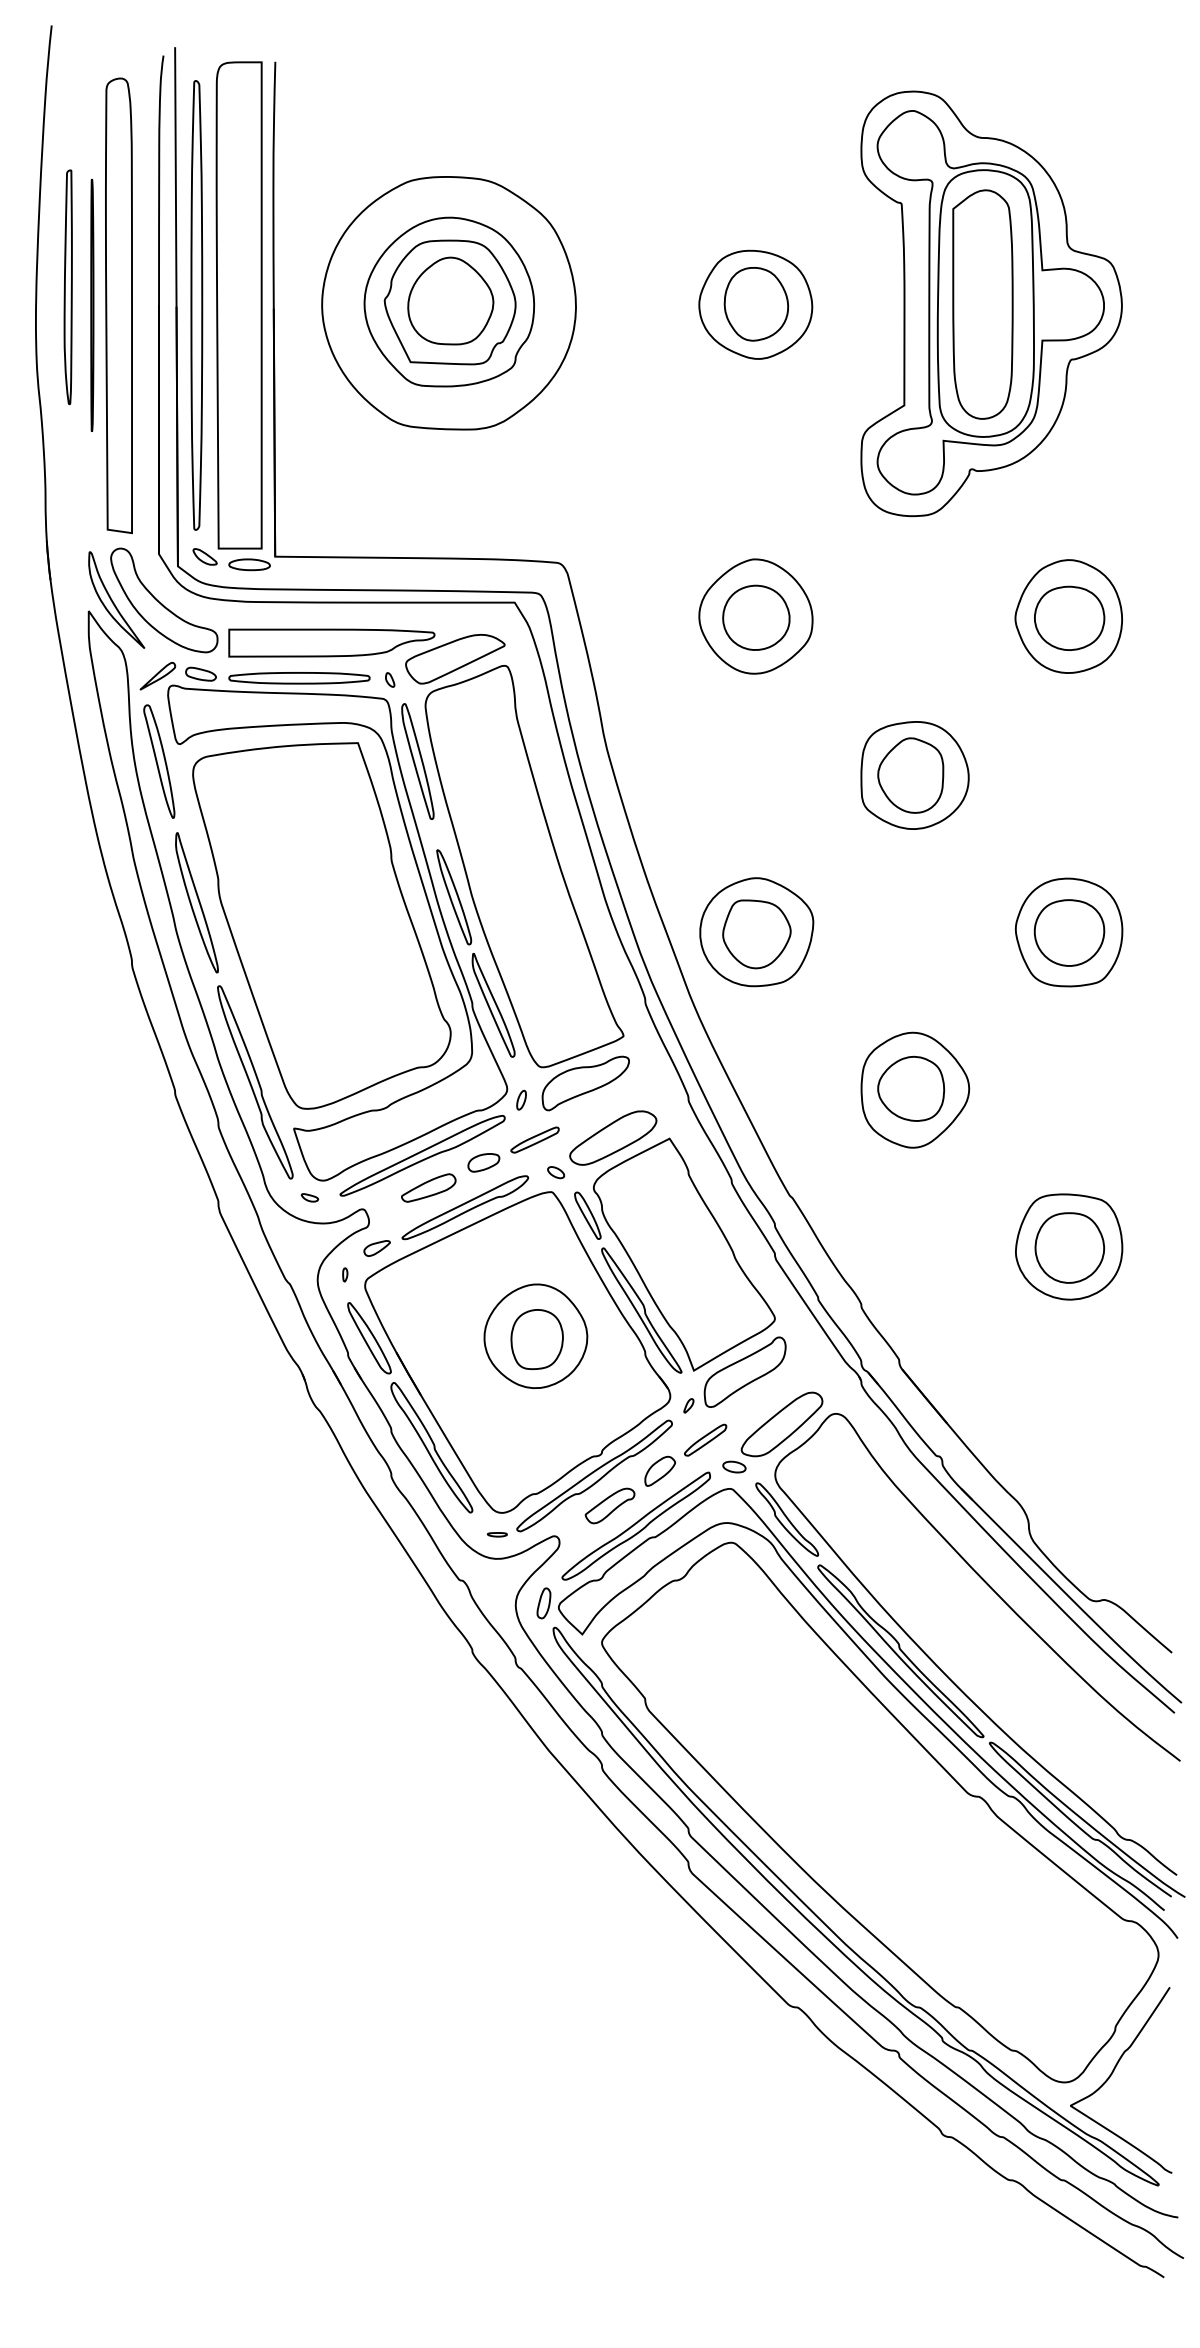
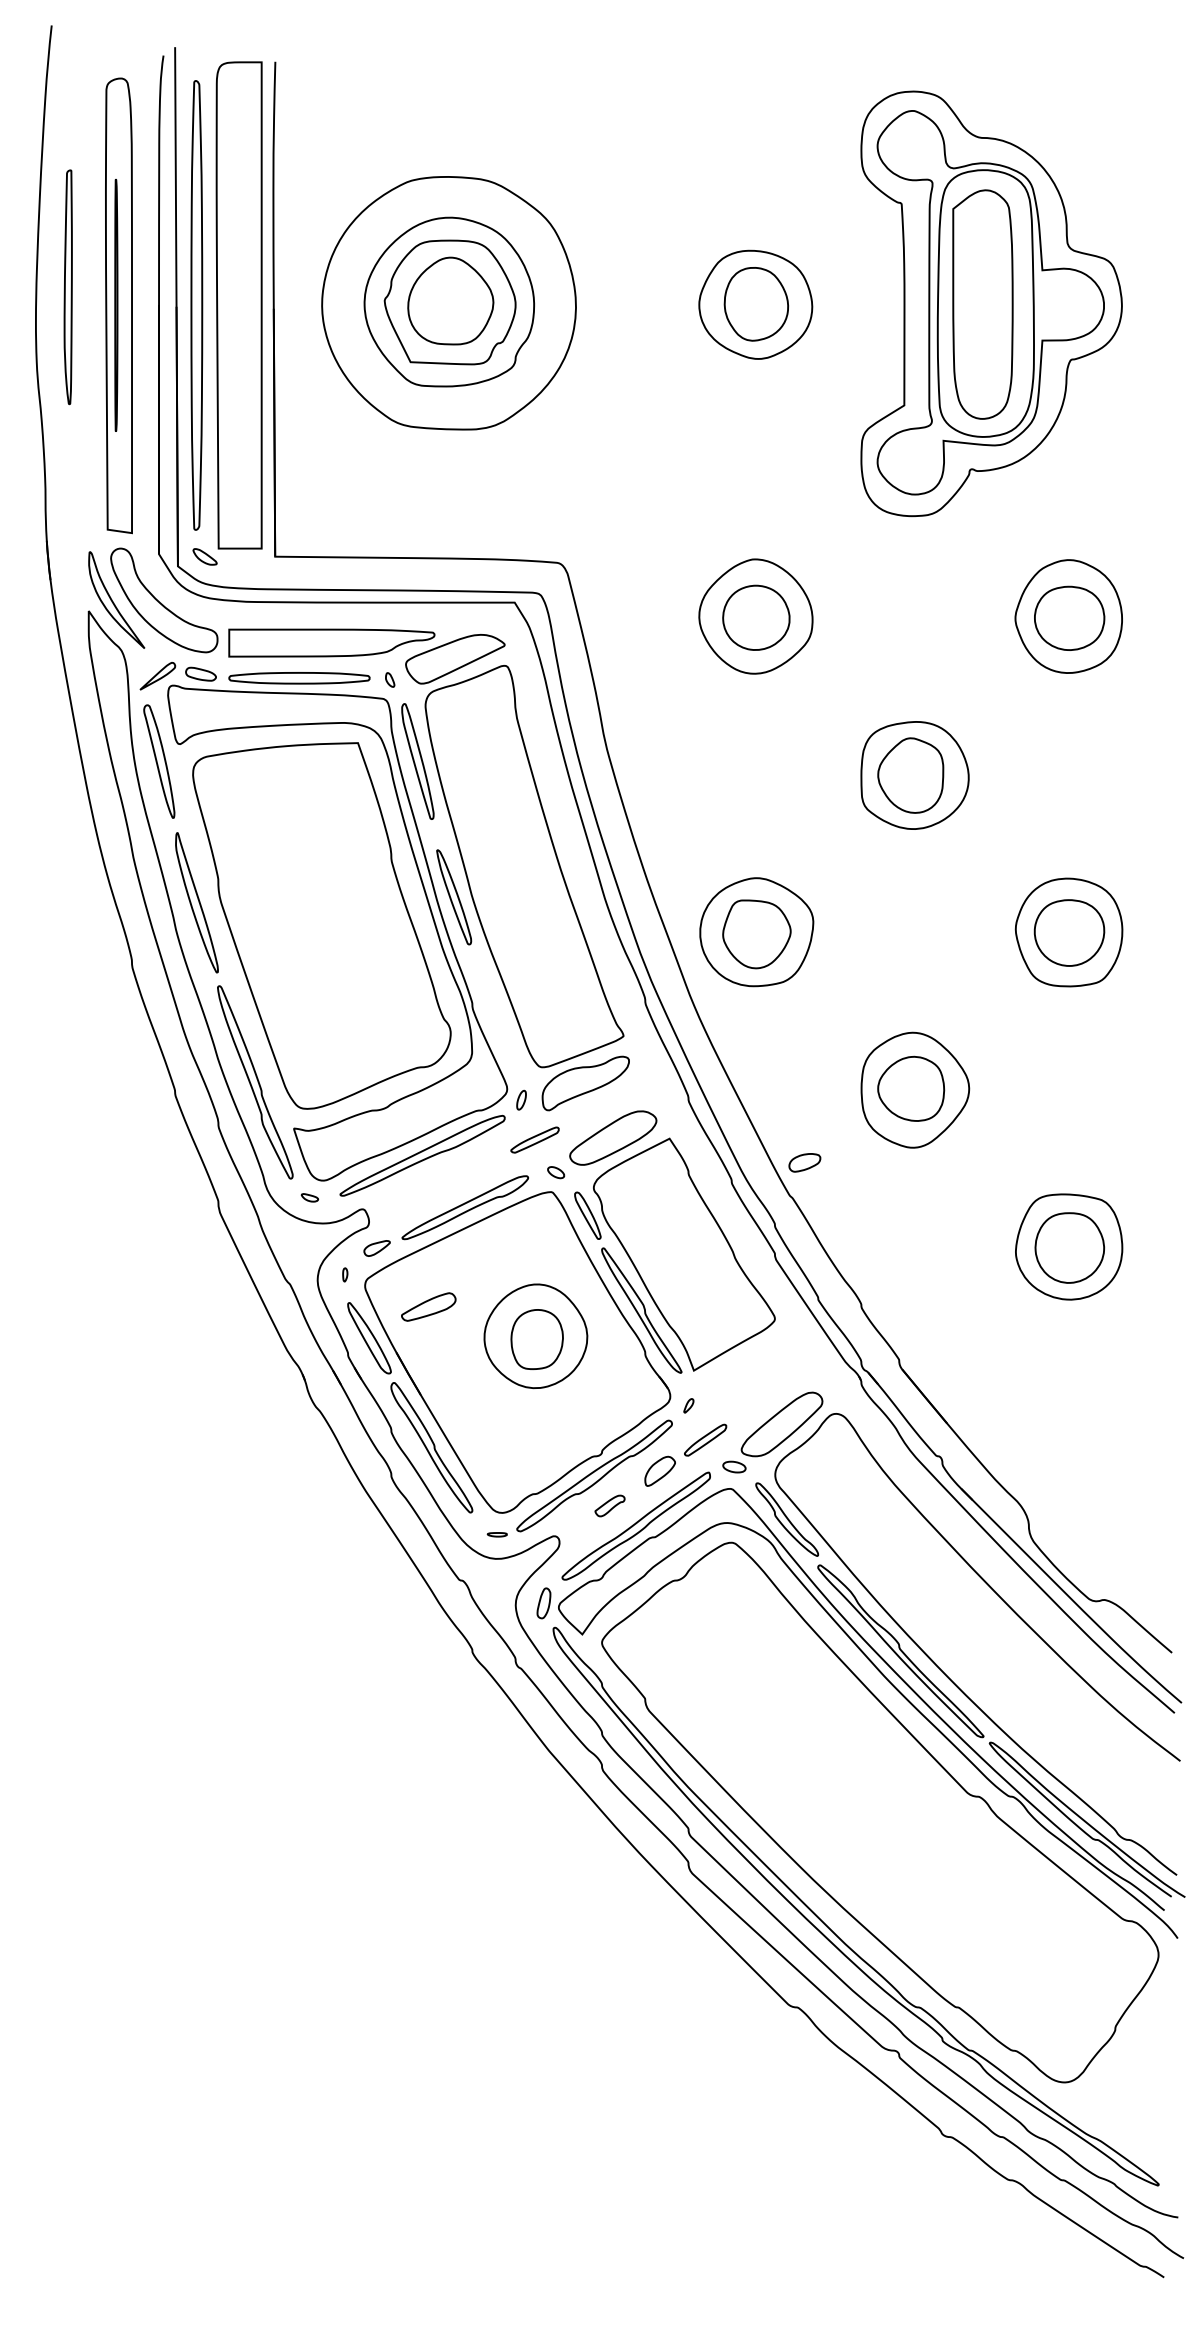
line at (92, 305) position: (92, 305) -> (116, 305)
part at (249, 564): present -> none
part at (493, 1005): present -> none
part at (483, 1162) position: (483, 1162) -> (804, 1162)
part at (428, 1187) position: (428, 1187) -> (428, 1306)
part at (744, 1371): present -> none
part at (609, 1505) size: 52x38 px -> 32x24 px
curve at (1112, 2074): present -> none
